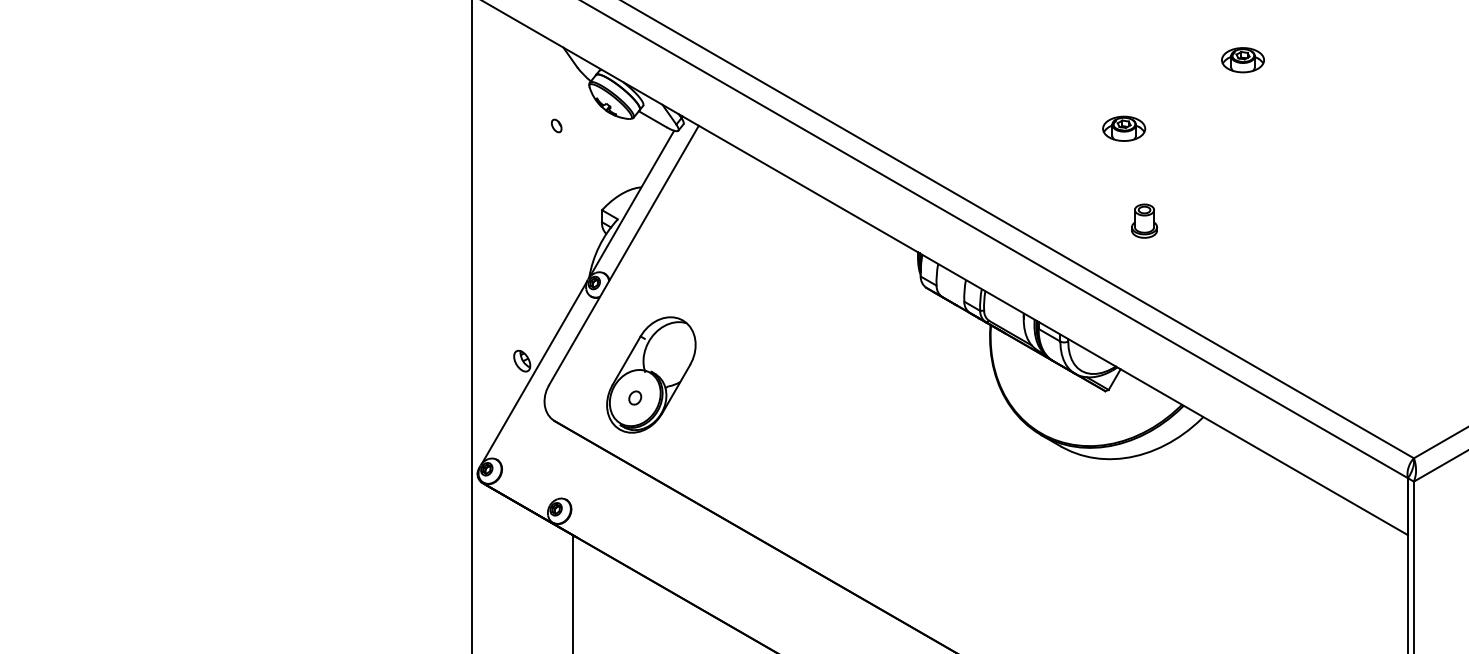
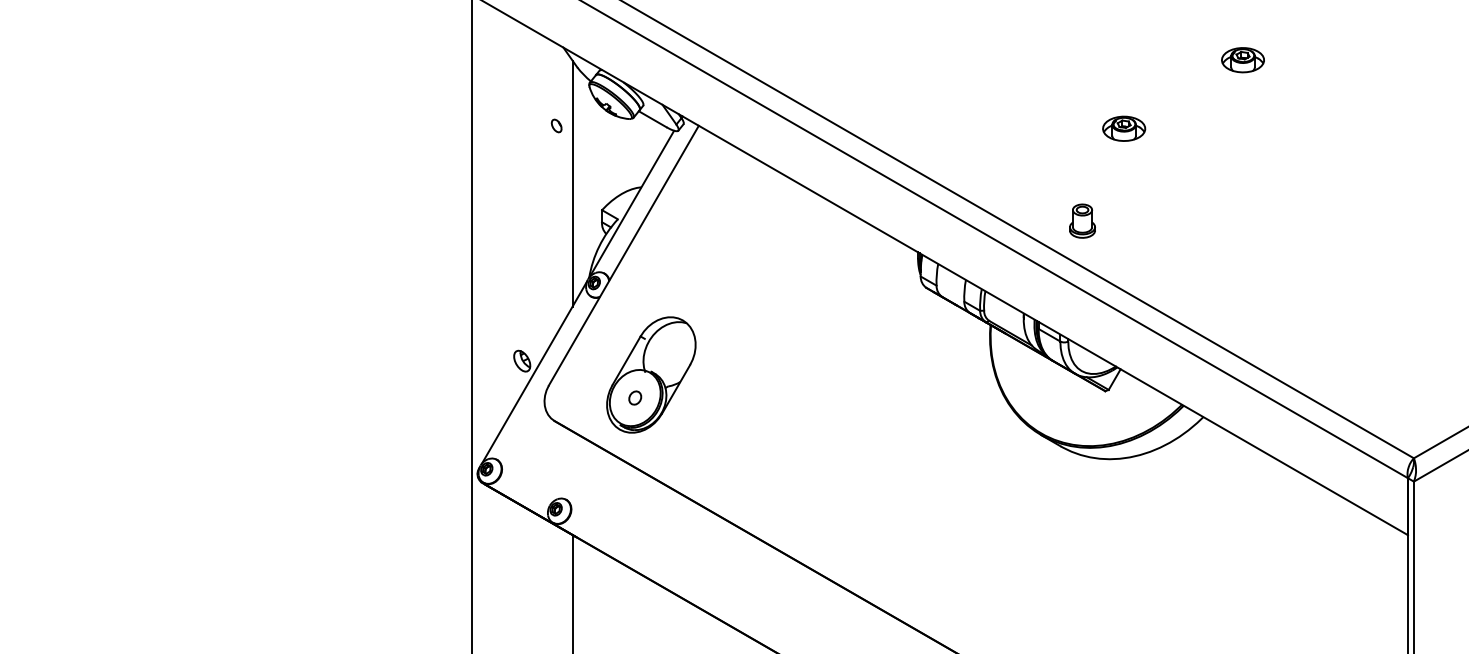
line at (572, 183): none -> present
part at (1144, 220) position: (1144, 220) -> (1082, 220)
